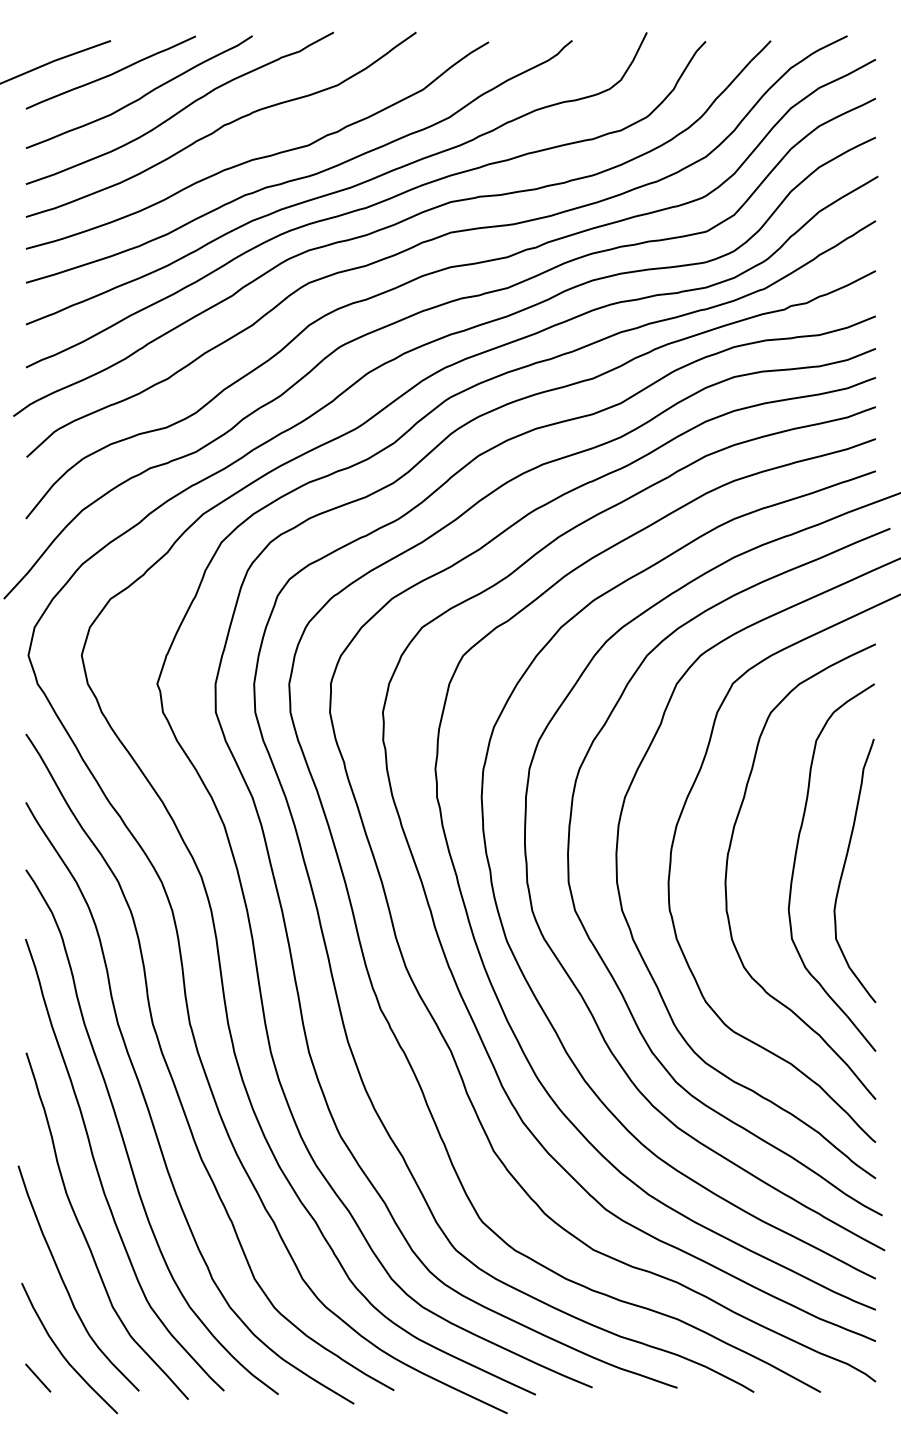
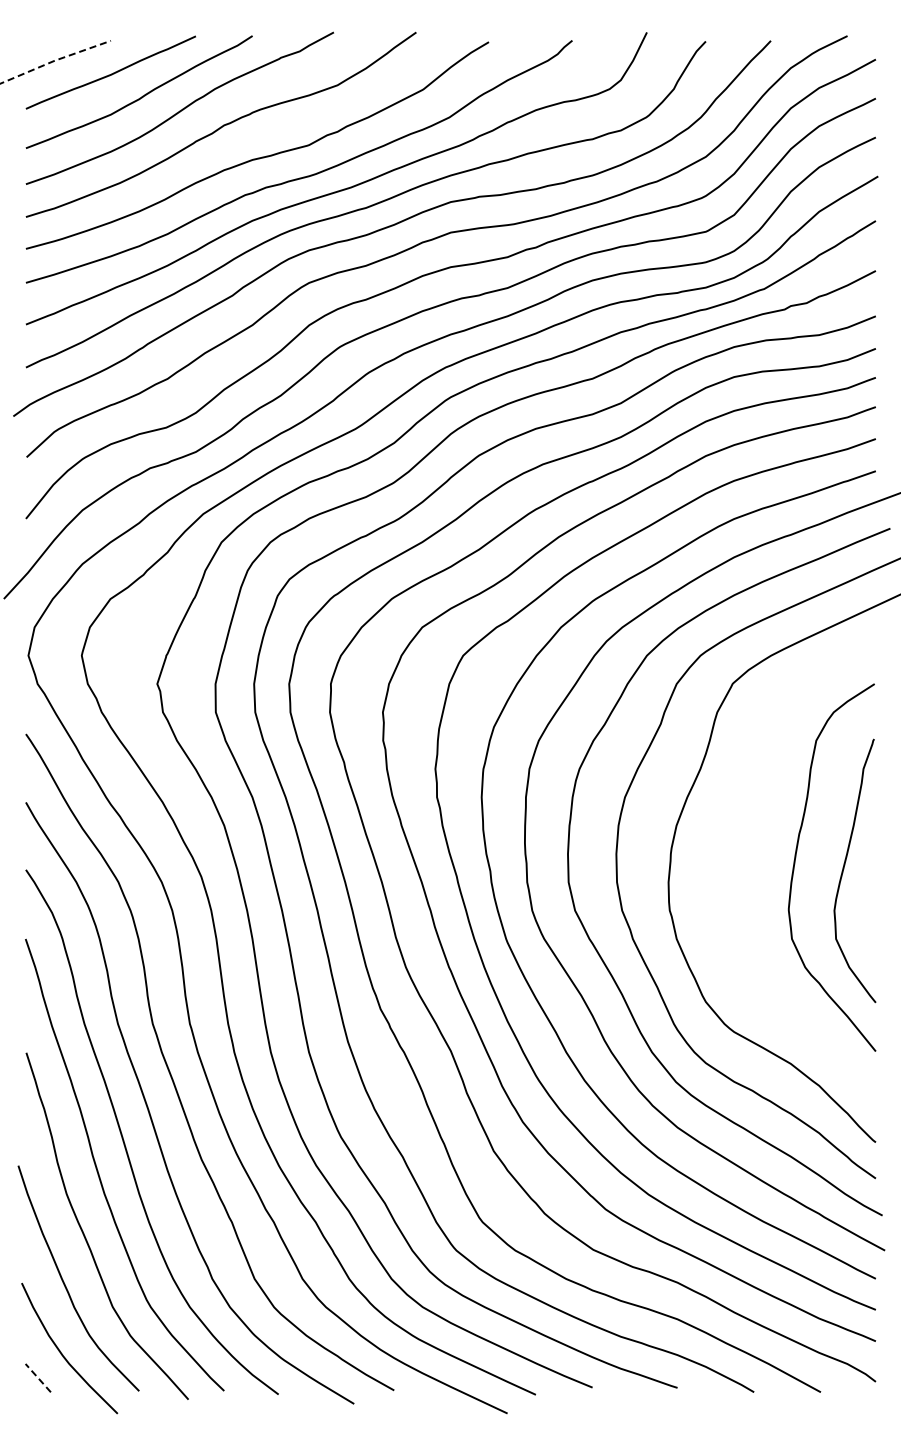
line at (54, 60): solid -> dashed
curve at (728, 860): present -> none
line at (37, 1377): solid -> dashed
